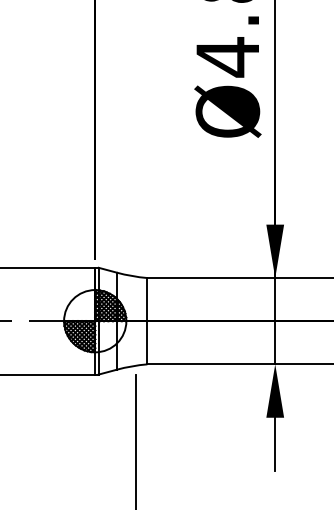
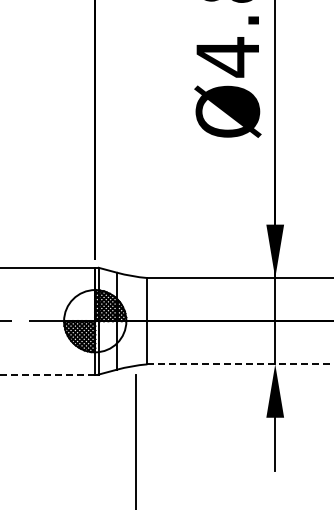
line at (240, 364): solid -> dashed
line at (47, 374): solid -> dashed
